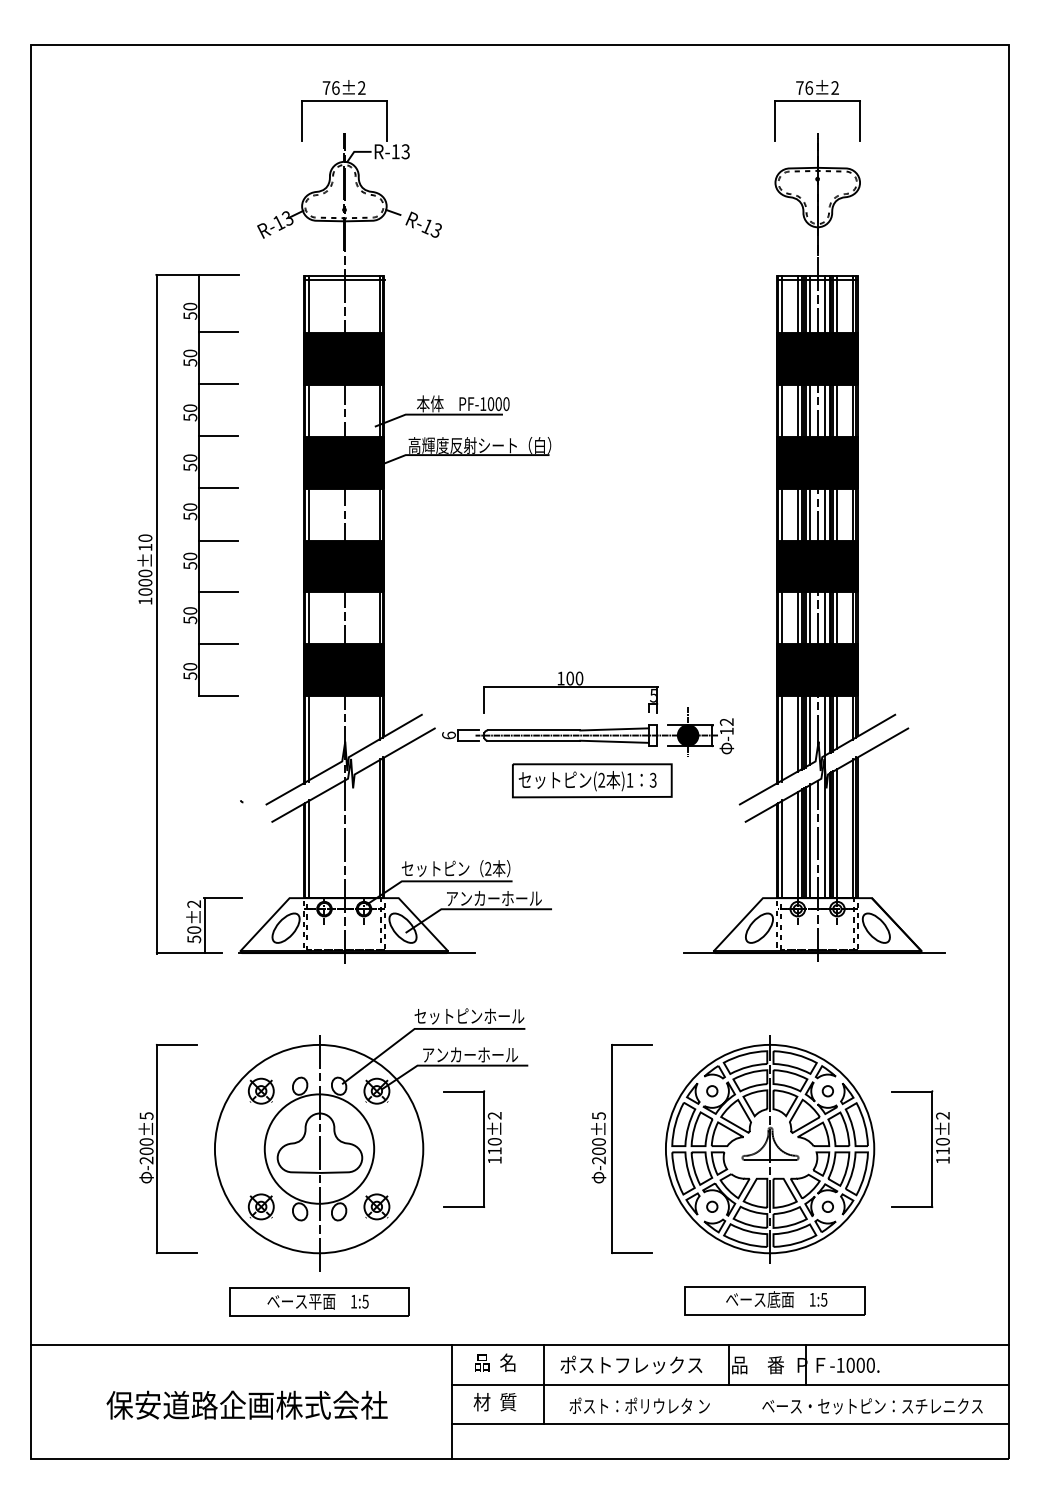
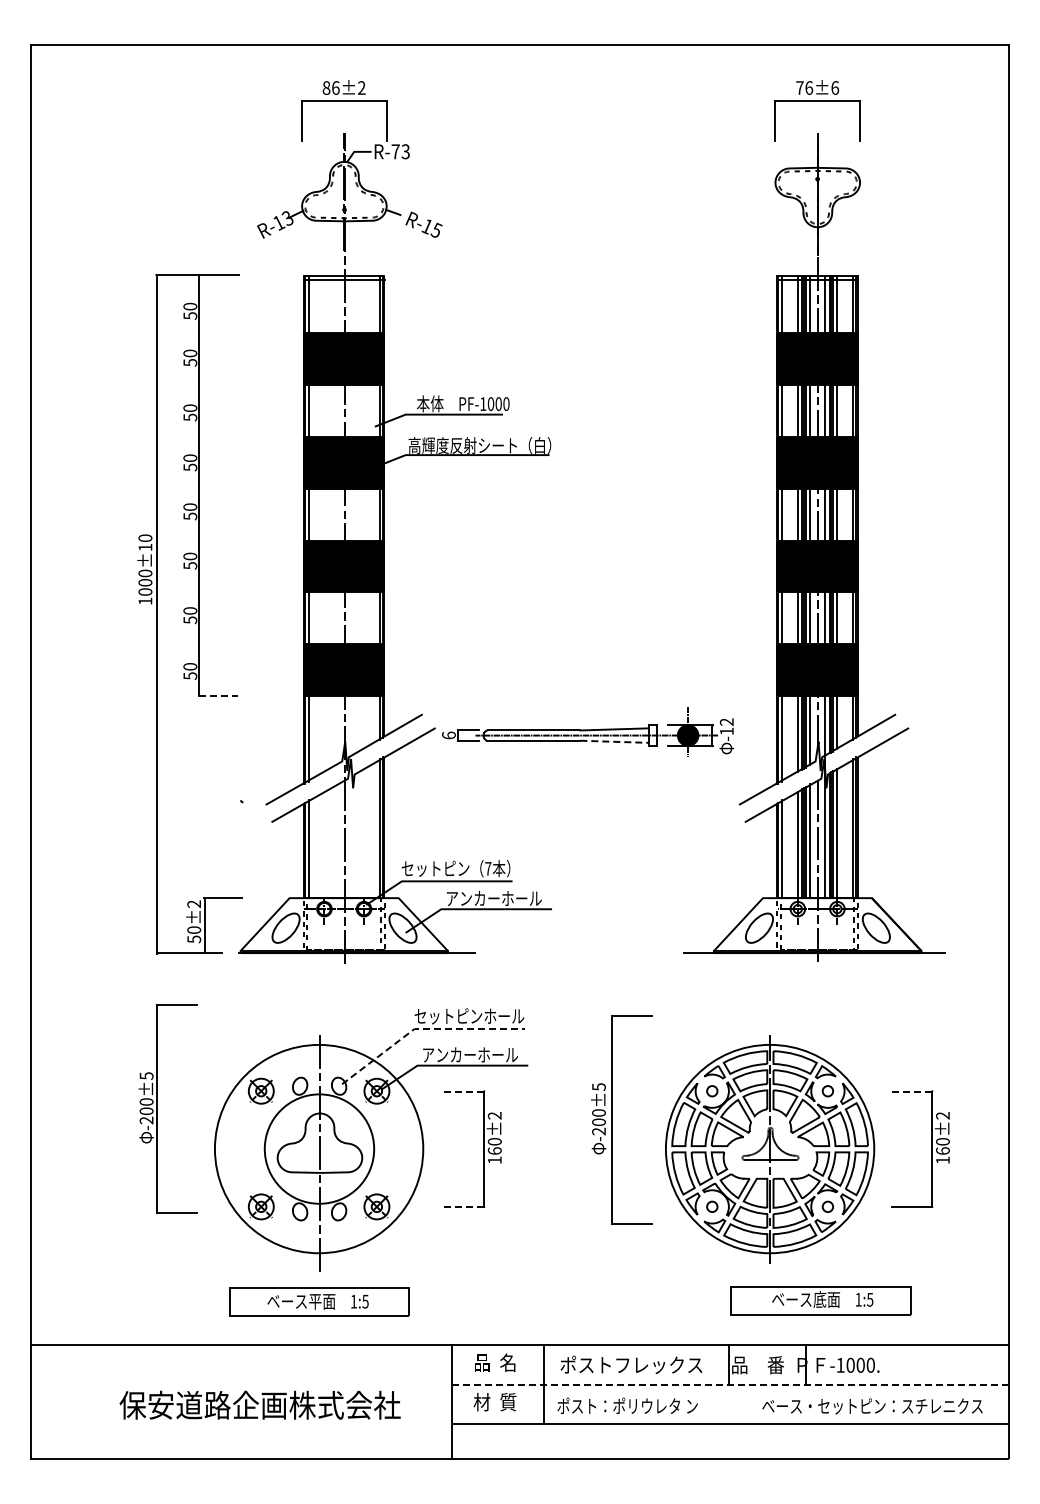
text at (326, 87): 76±2 -> 86±2
text at (835, 87): 76±2 -> 76±6
text at (395, 151): R-13 -> R-73
text at (438, 229): R-13 -> R-15
line at (218, 332): present -> none
line at (218, 384): present -> none
line at (218, 435): present -> none
line at (218, 487): present -> none
line at (218, 540): present -> none
line at (218, 592): present -> none
line at (218, 644): present -> none
part at (570, 692): present -> none
line at (218, 696): solid -> dashed
line at (615, 741): solid -> dashed
part at (592, 780): present -> none
text at (488, 868): 2 -> 7
line at (423, 1028): solid -> dashed
line at (464, 1091): solid -> dashed
line at (912, 1091): solid -> dashed
part at (157, 1148) position: (157, 1148) -> (157, 1108)
part at (612, 1148) position: (612, 1148) -> (612, 1119)
text at (494, 1150): 110±2 -> 160±2
text at (942, 1150): 110±2 -> 160±2
line at (464, 1207): solid -> dashed
part at (774, 1300) position: (774, 1300) -> (820, 1300)
line at (730, 1385): solid -> dashed
text at (246, 1404) position: (246, 1404) -> (259, 1404)
text at (639, 1405) position: (639, 1405) -> (627, 1405)
